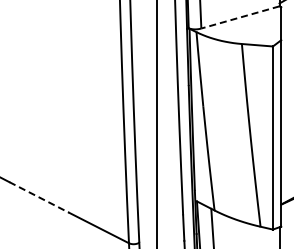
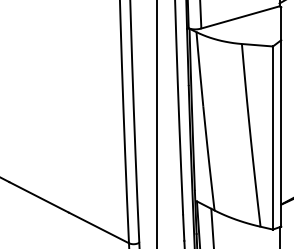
line at (240, 17): dashed -> solid
line at (39, 197): dashed -> solid
